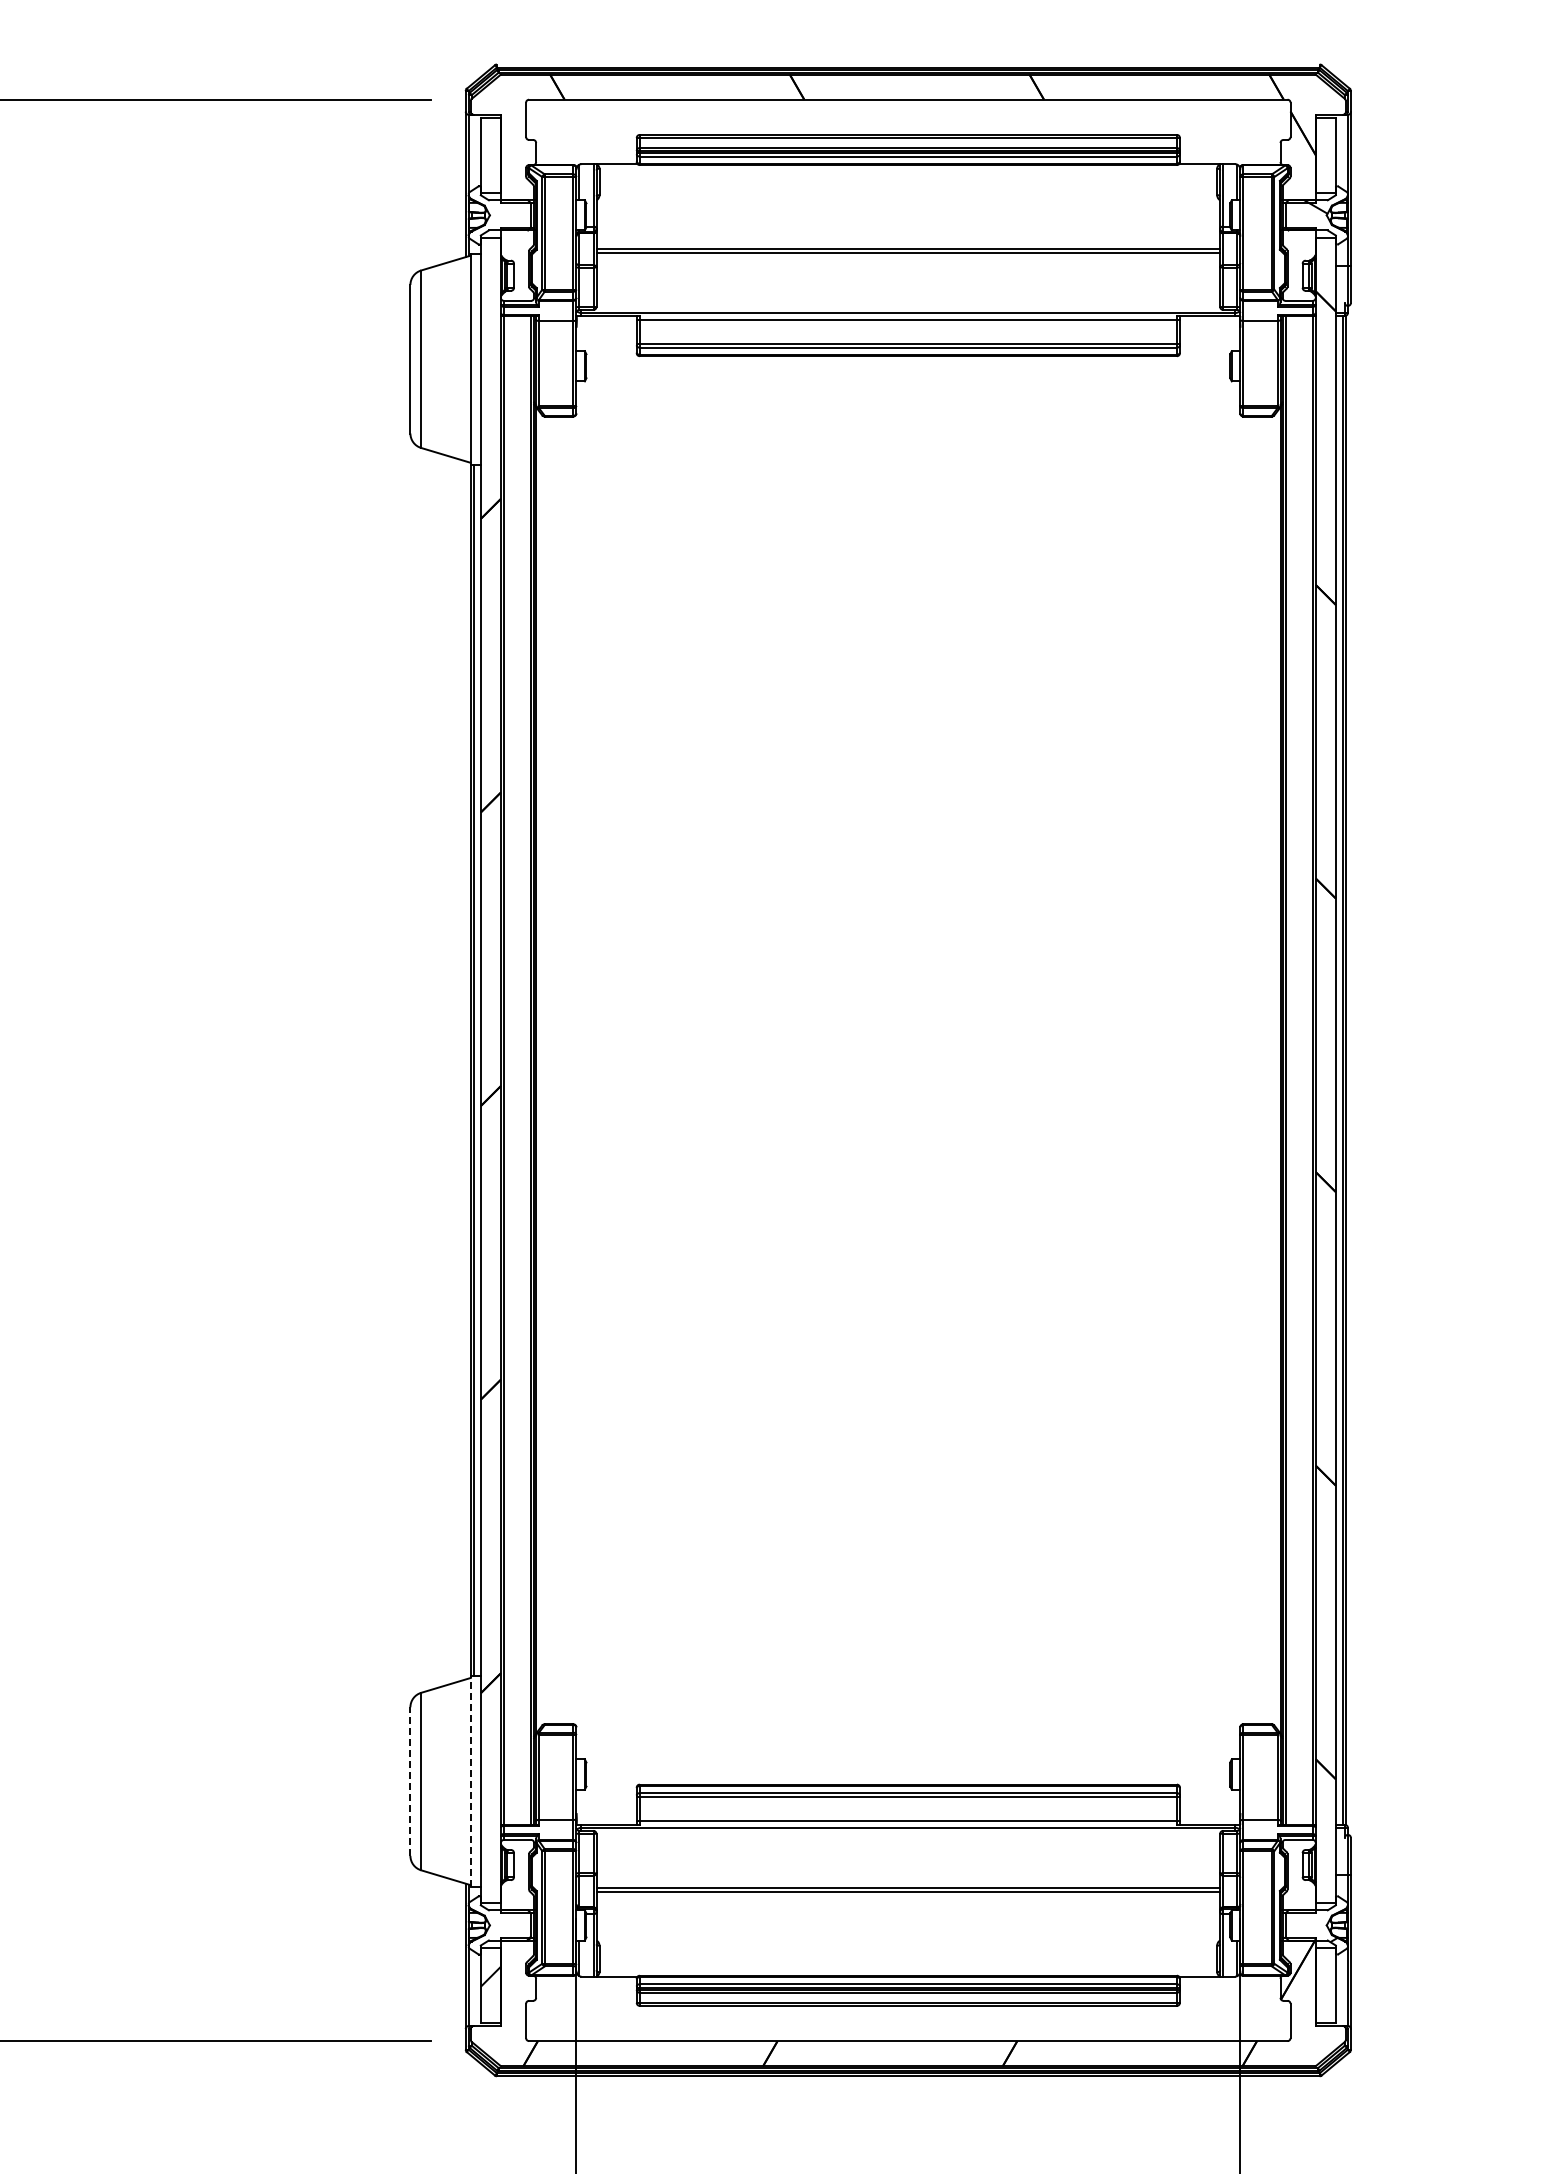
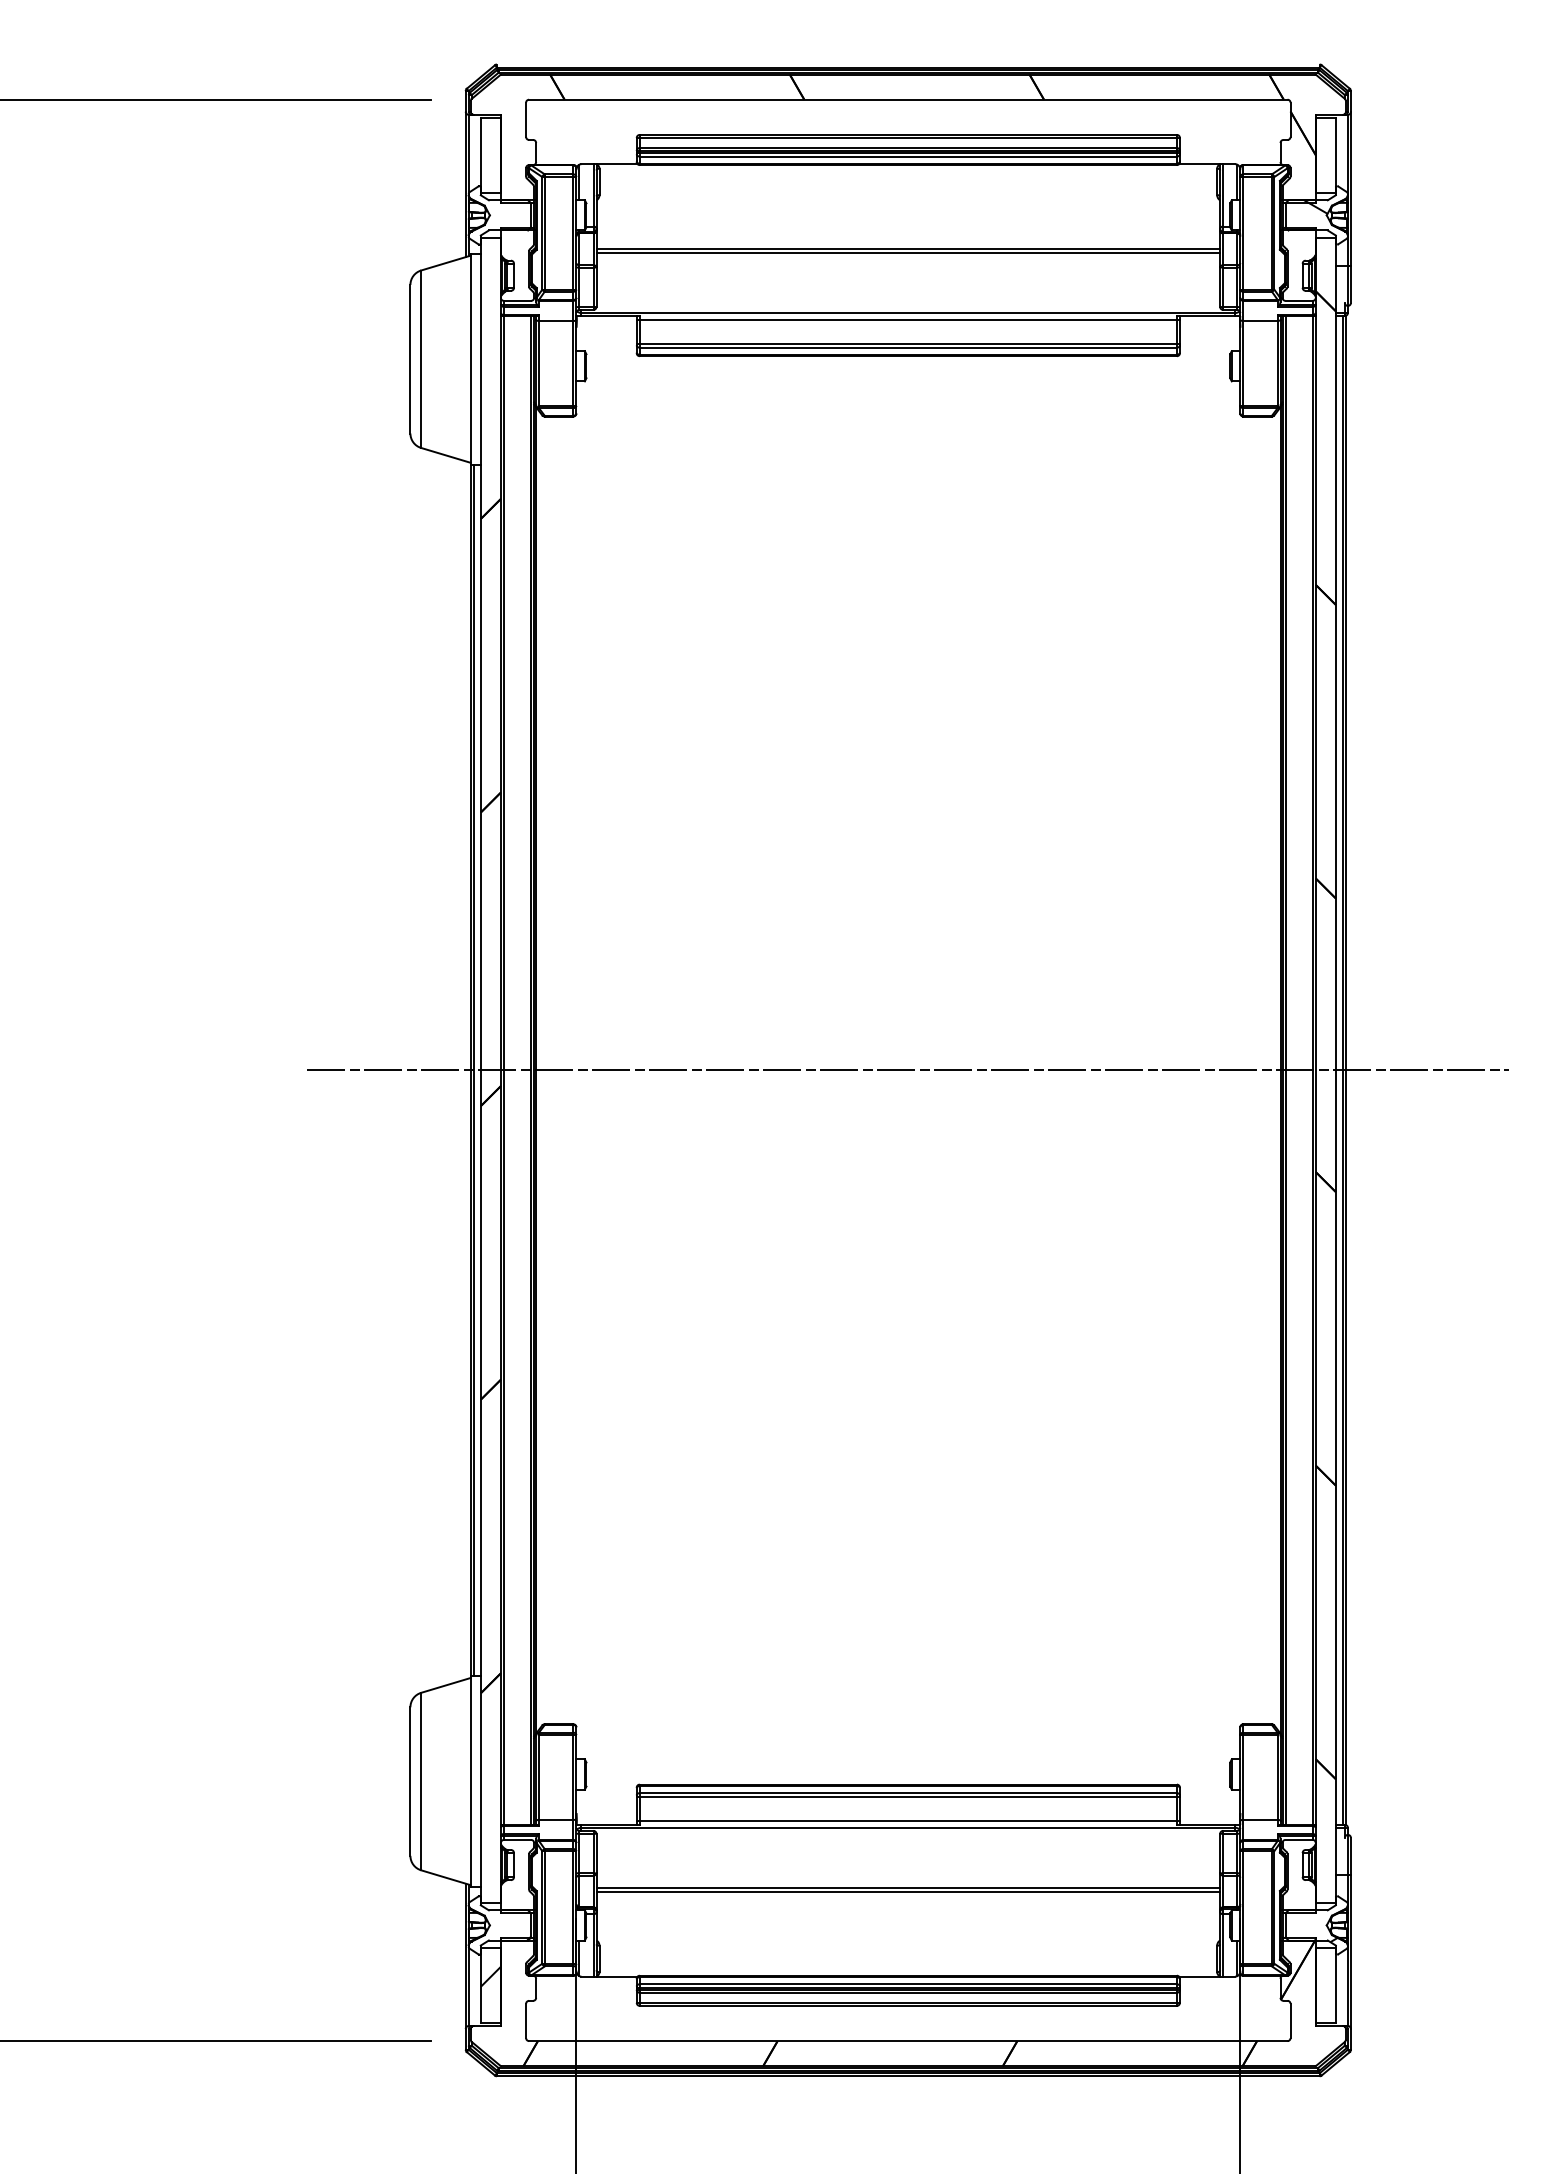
line at (908, 1070): none -> present
line at (410, 1781): dashed -> solid
line at (470, 1781): dashed -> solid
